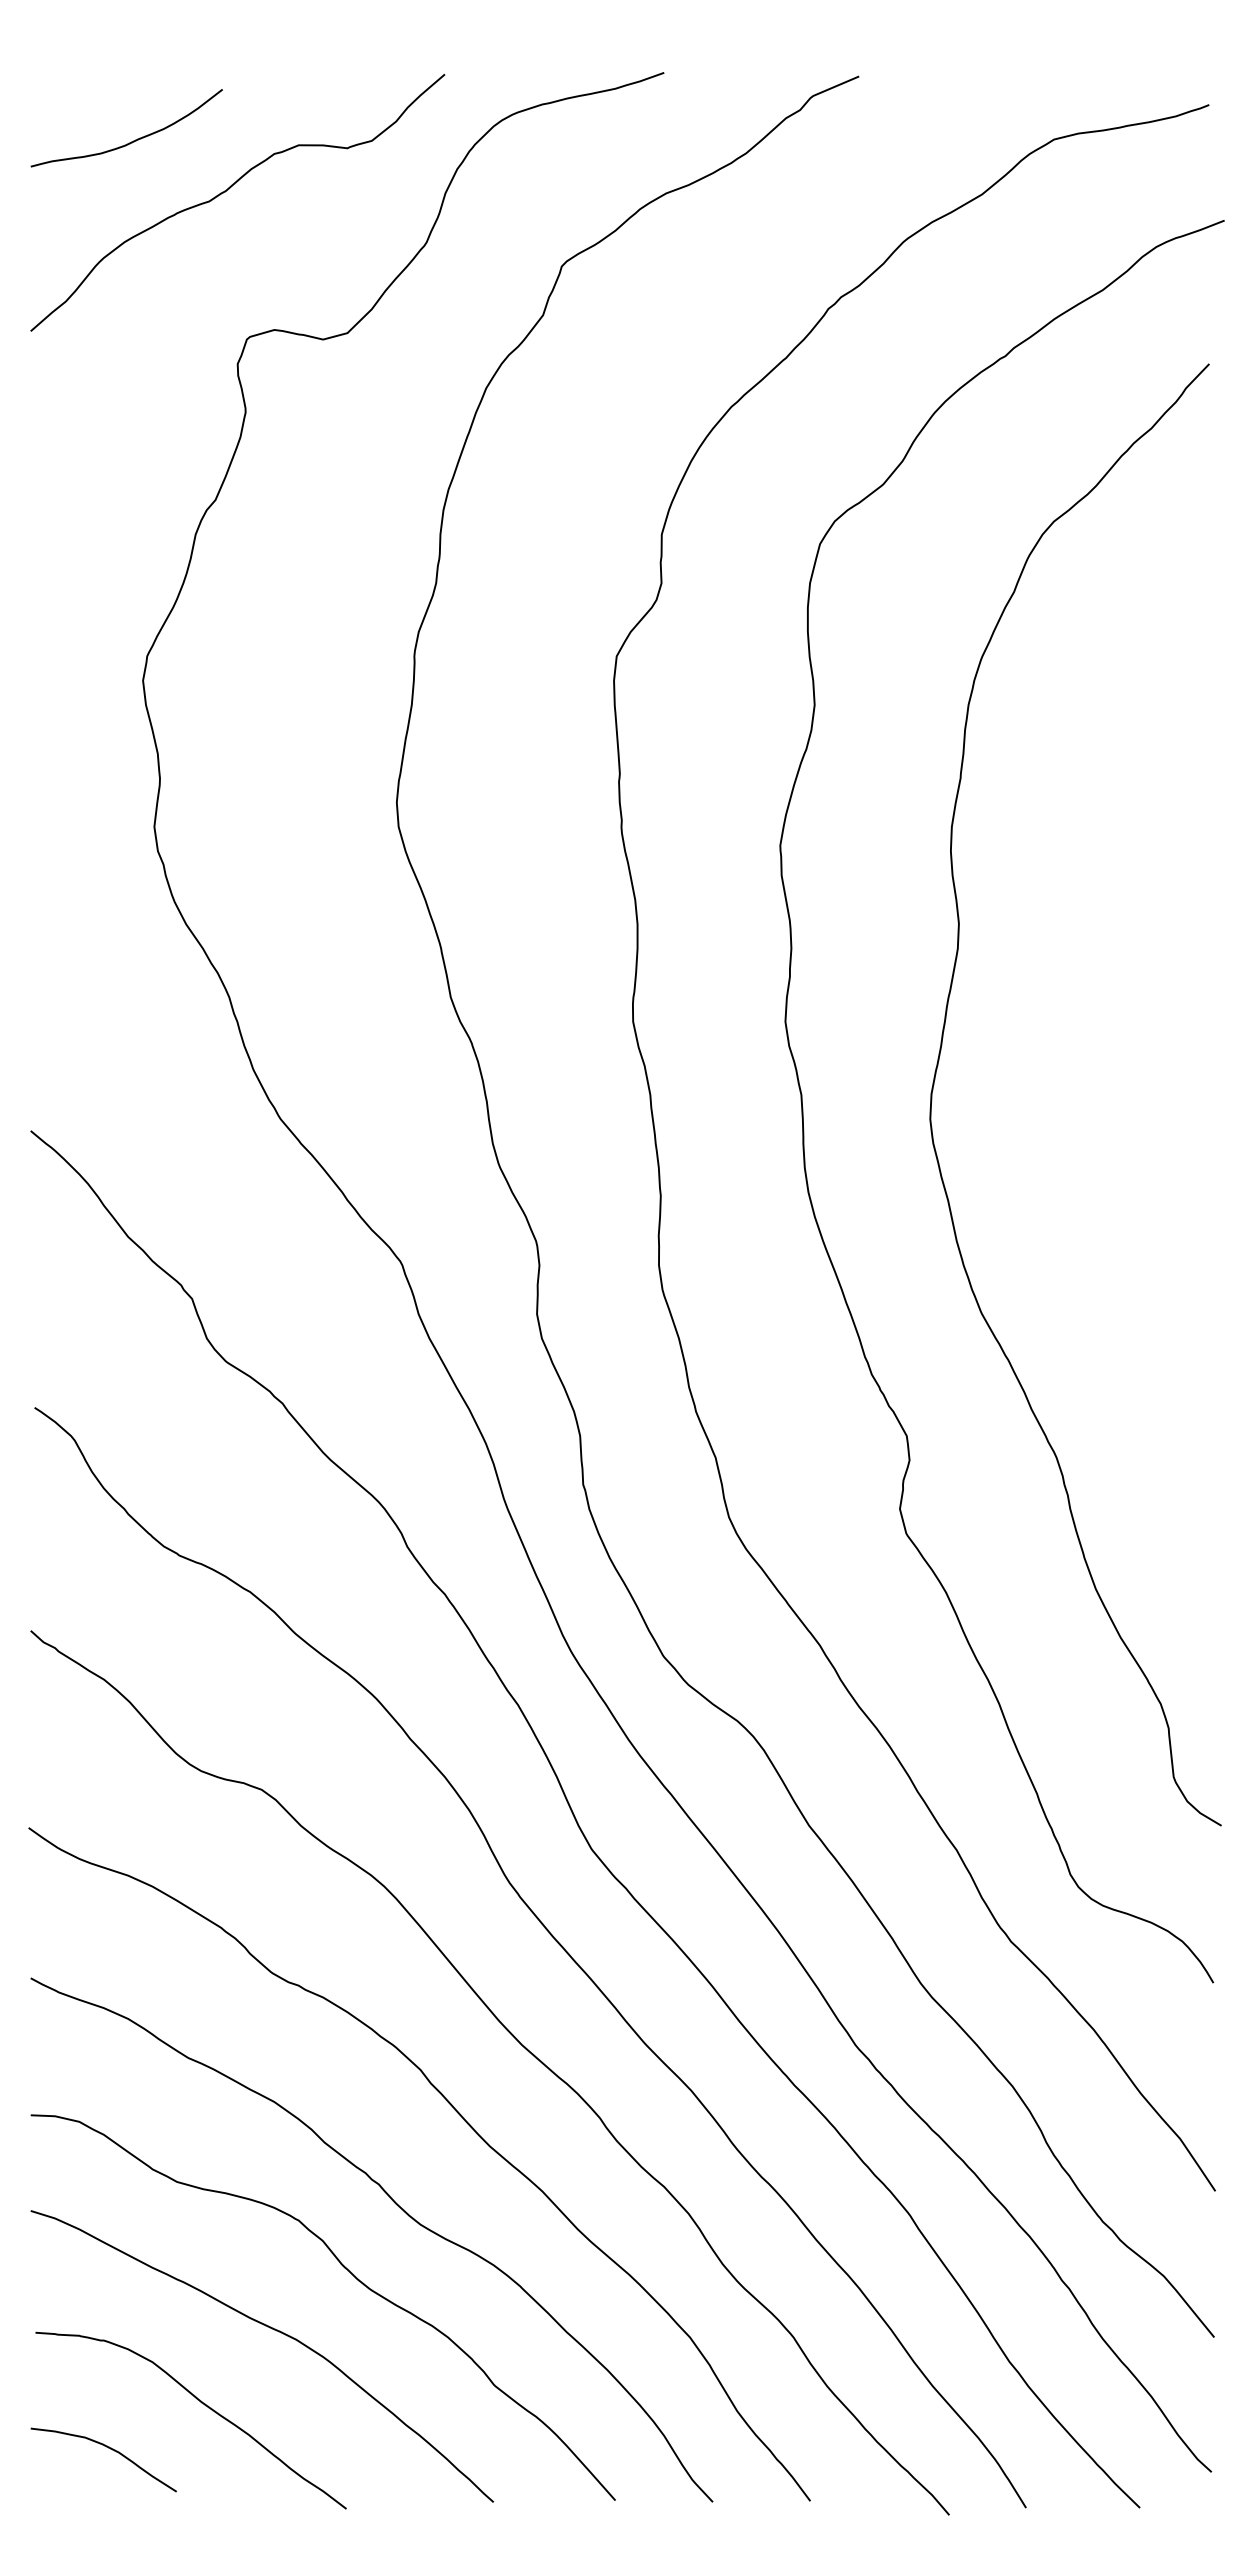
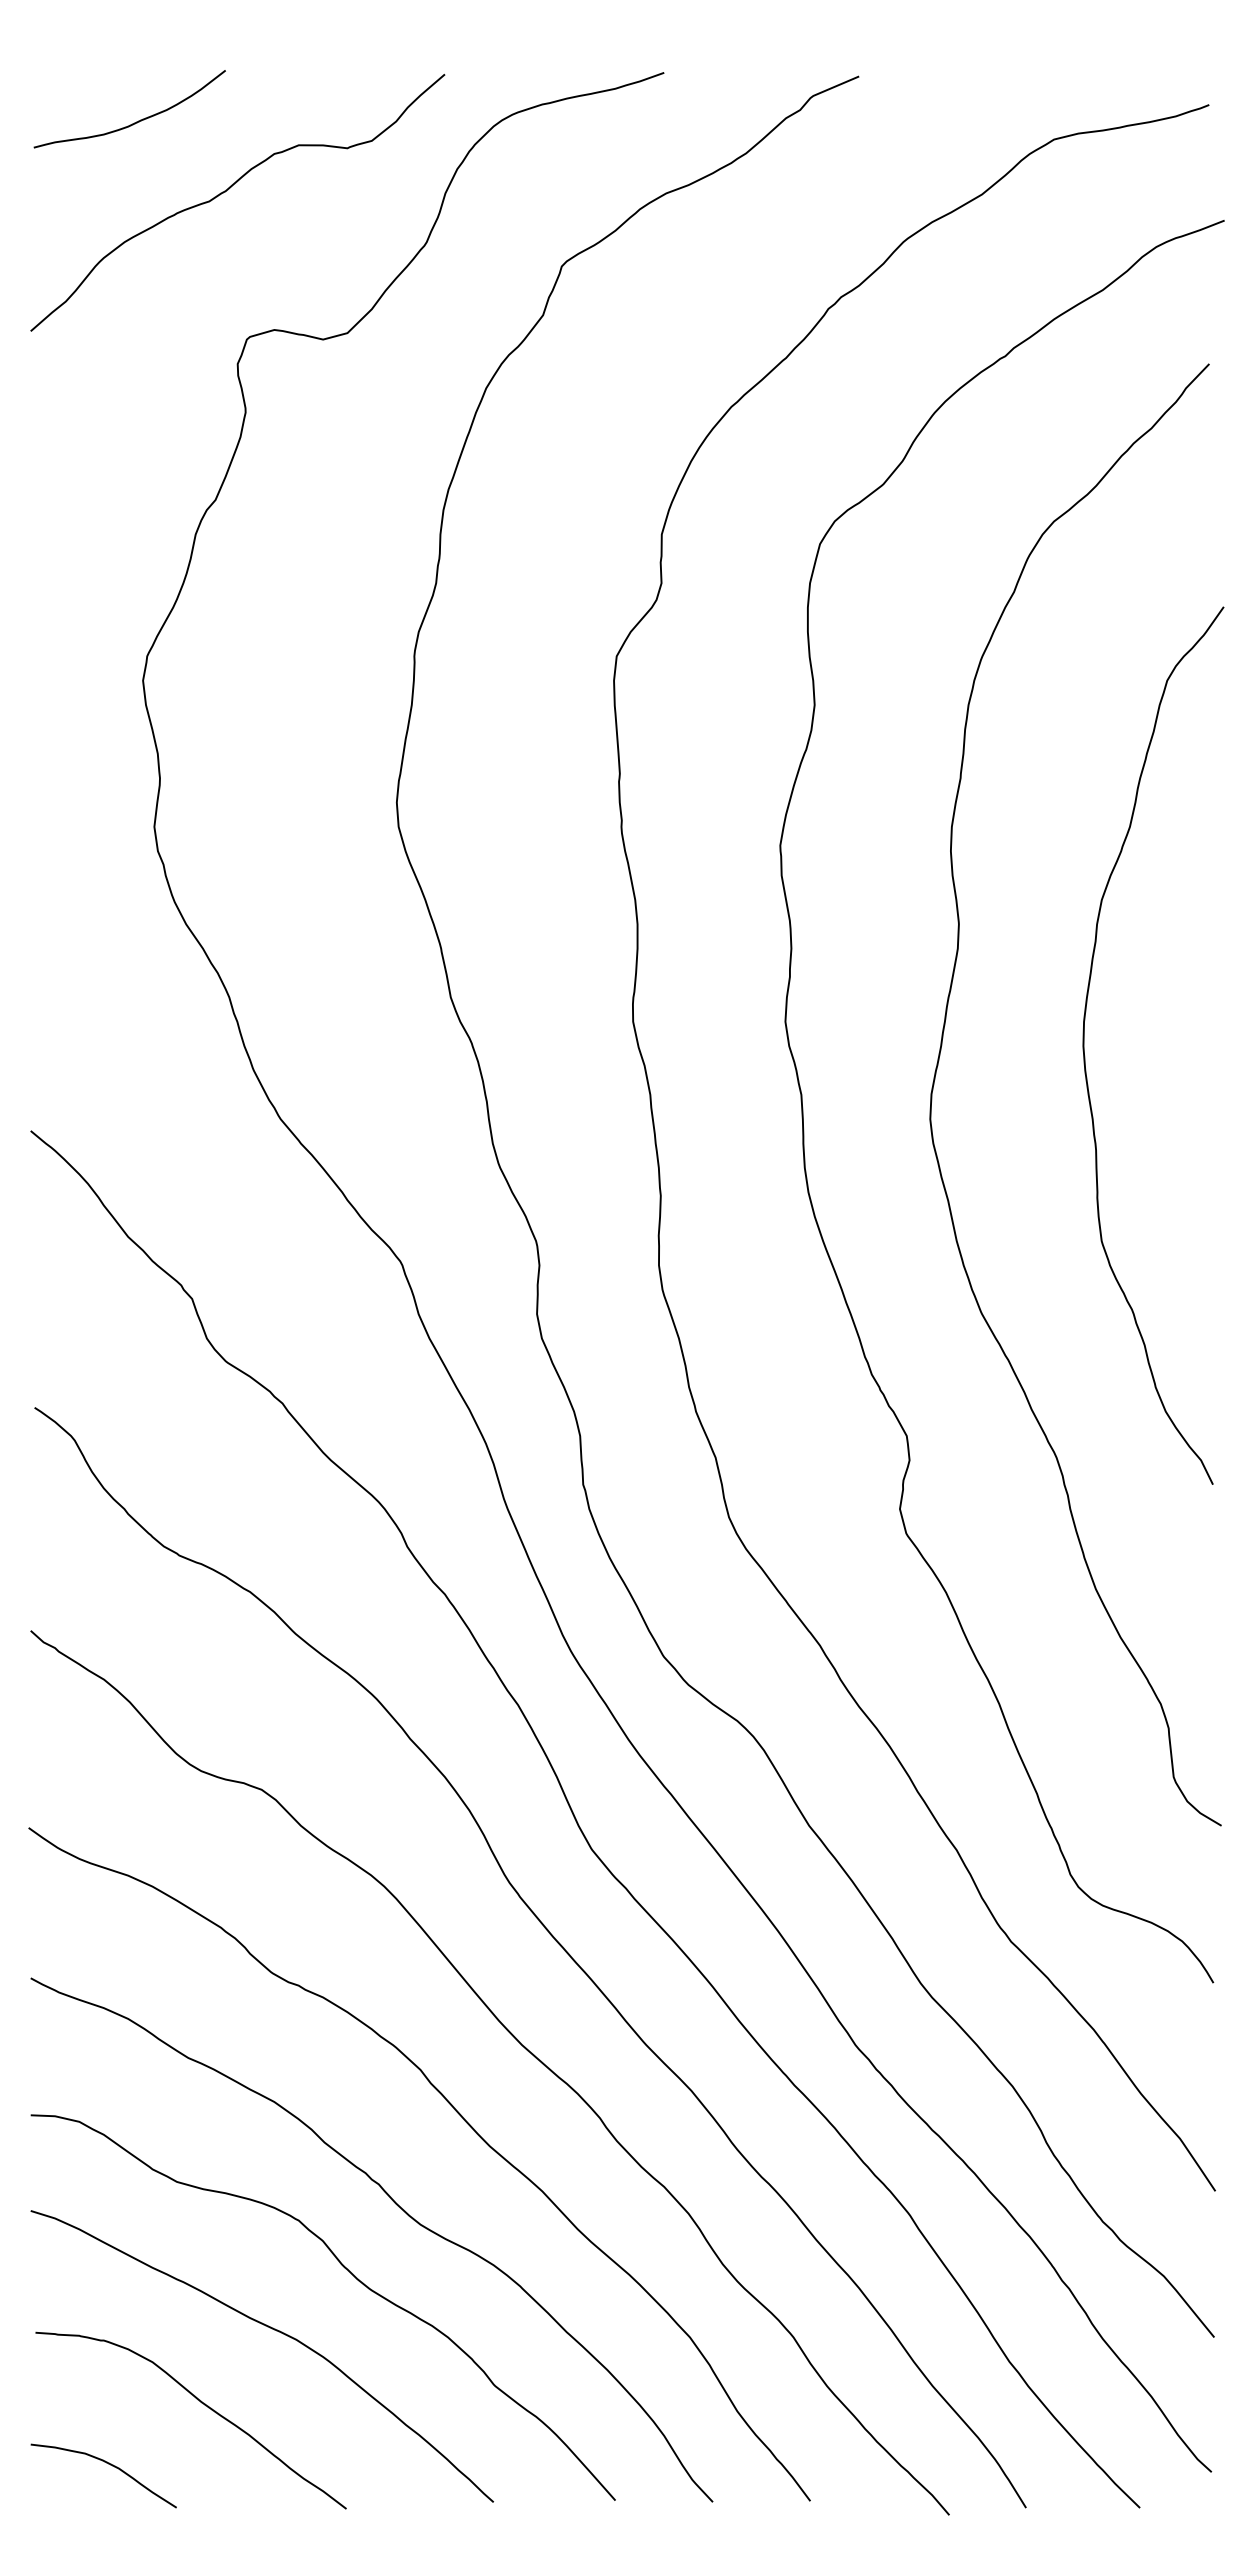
curve at (133, 140) position: (133, 140) -> (136, 121)
curve at (1085, 1056): none -> present
curve at (108, 2448) position: (108, 2448) -> (108, 2464)
